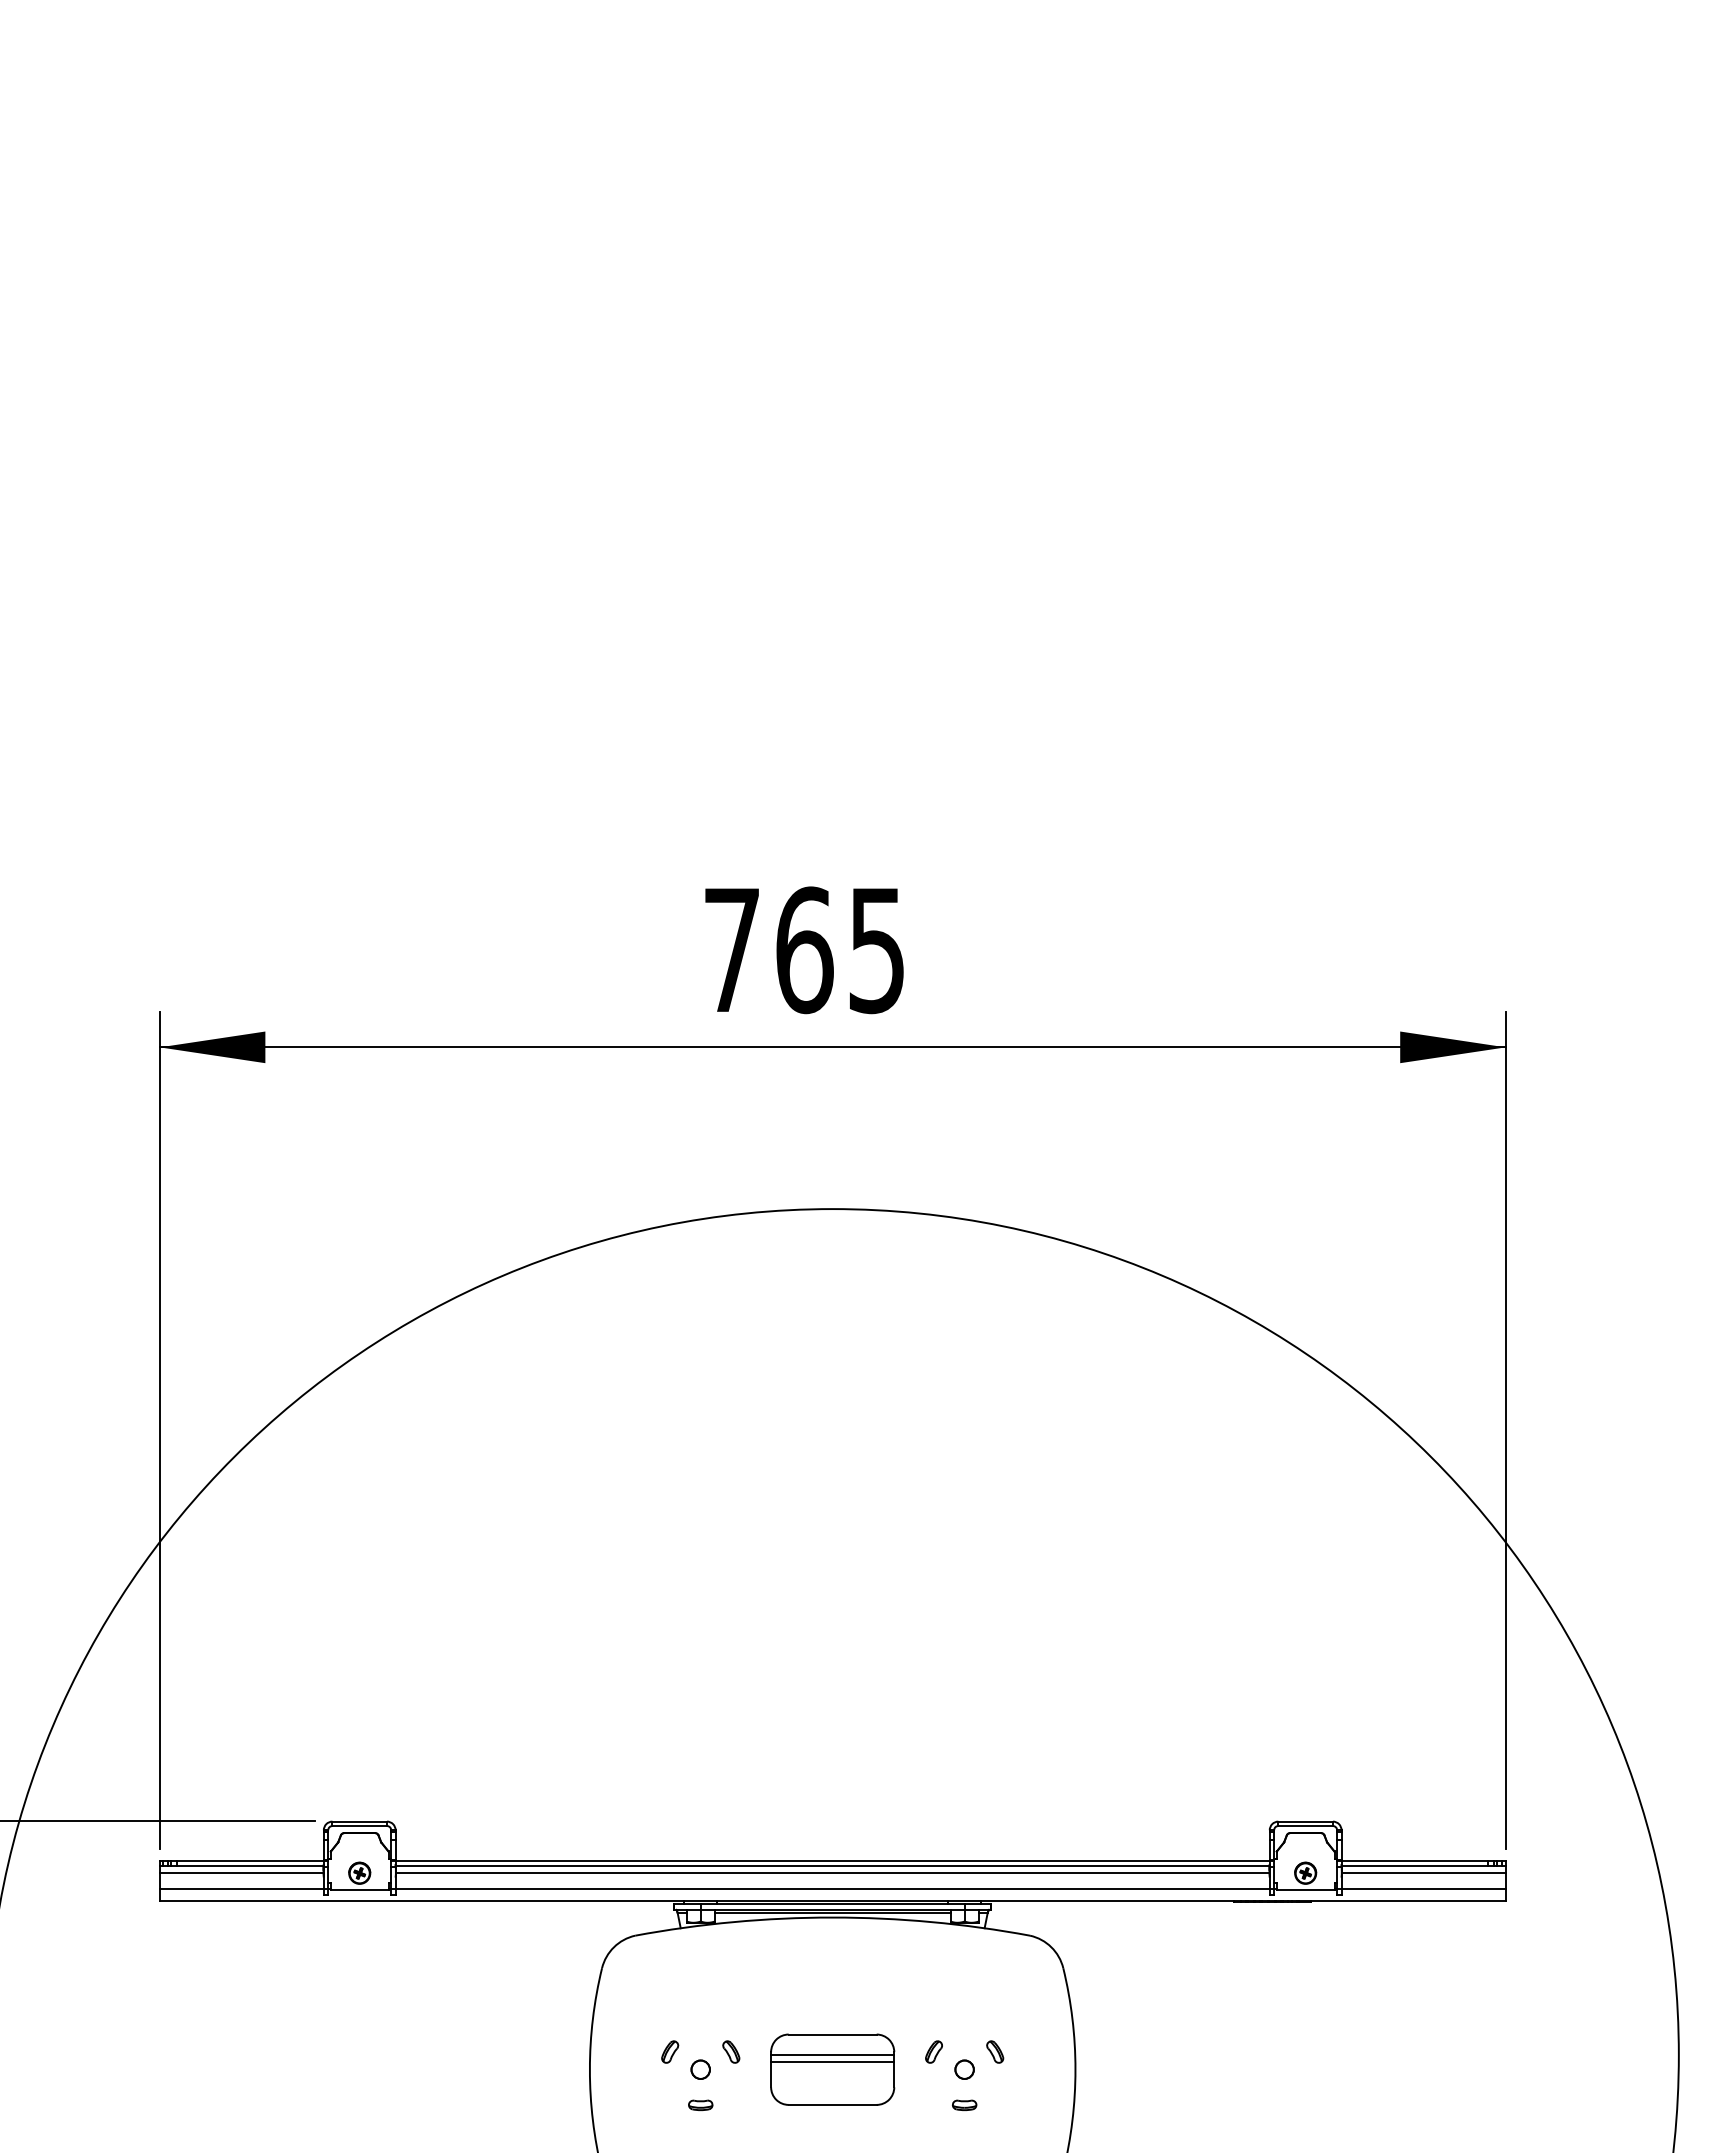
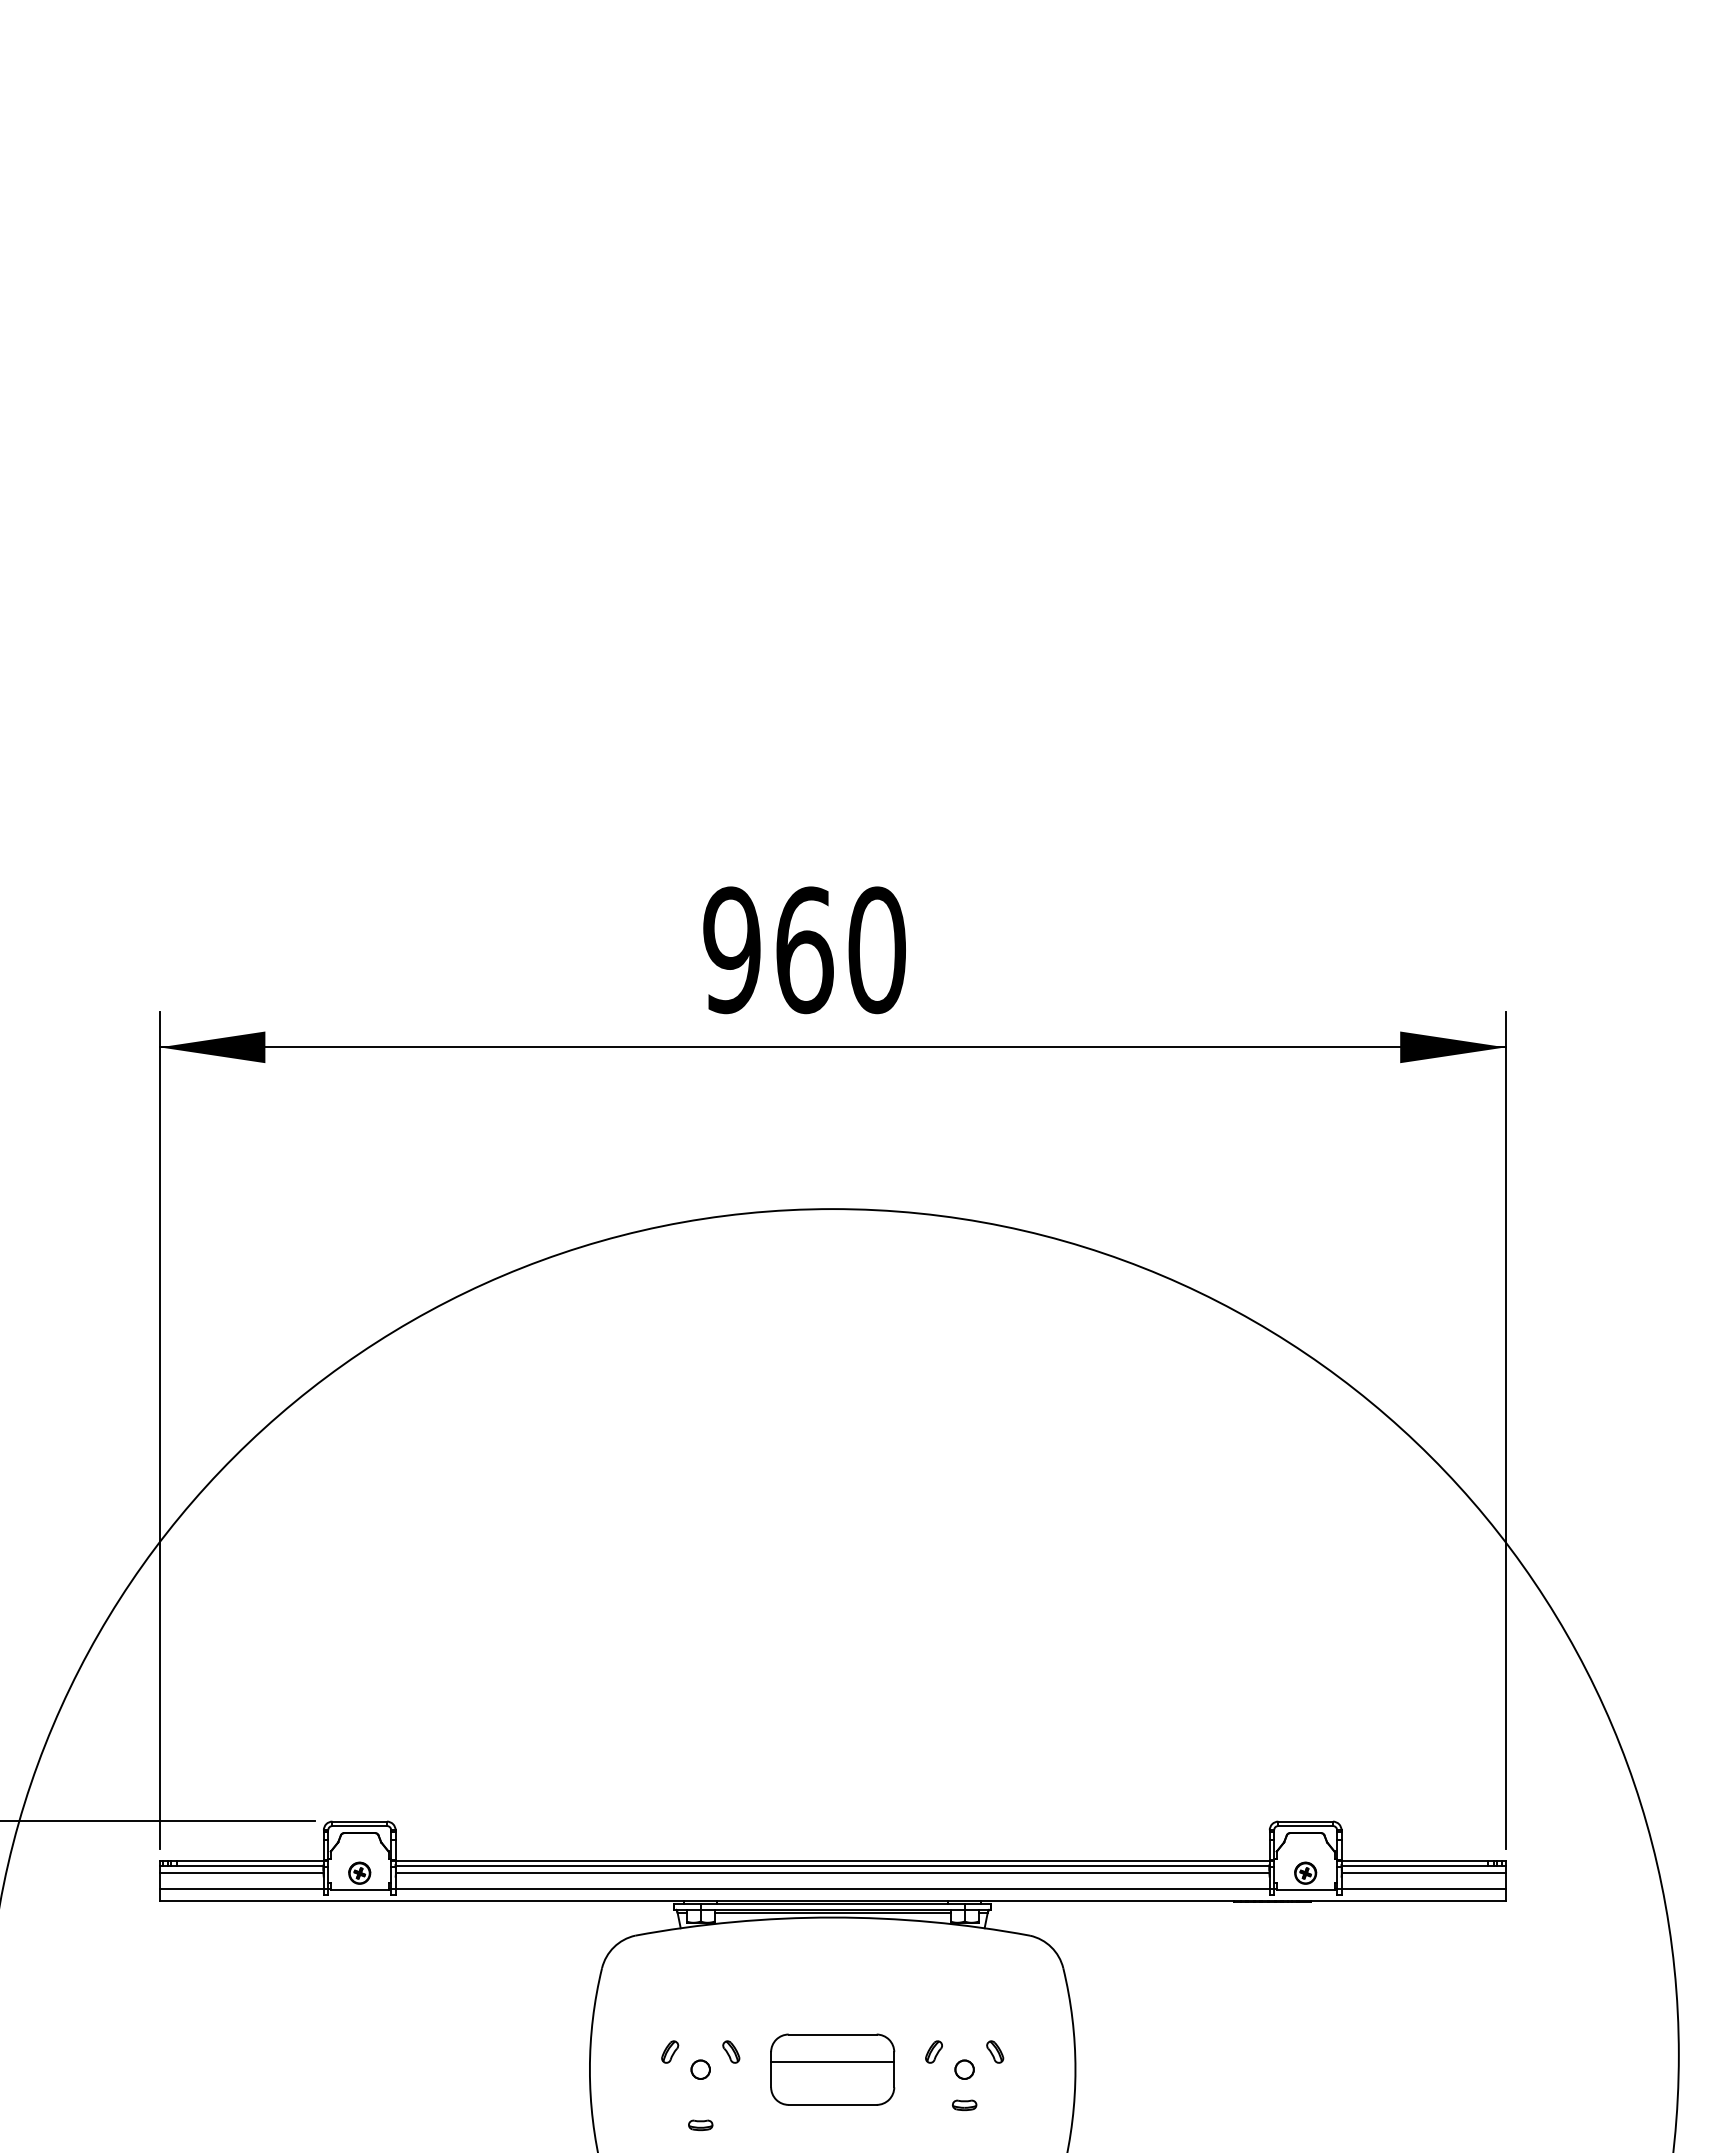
text at (804, 950): 765 -> 960
line at (832, 2055): present -> none
part at (700, 2104) position: (700, 2104) -> (700, 2124)
